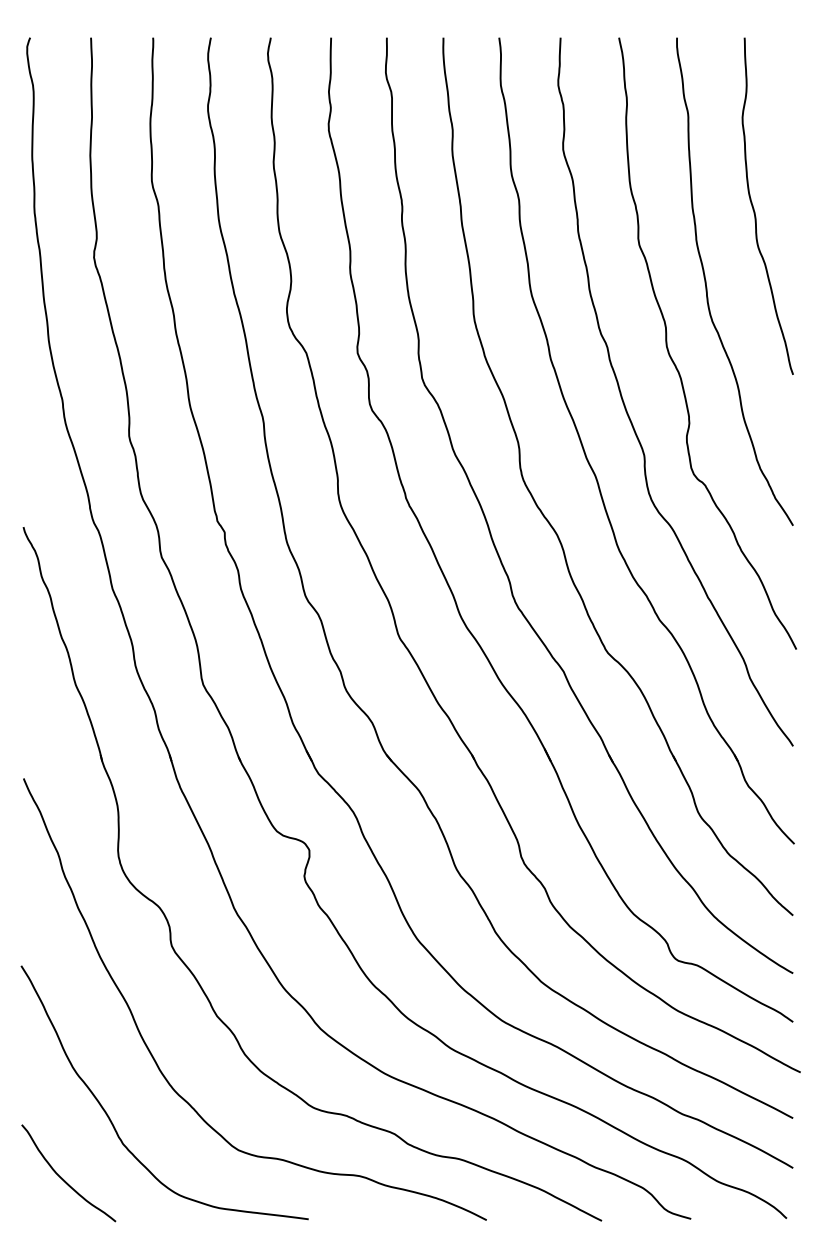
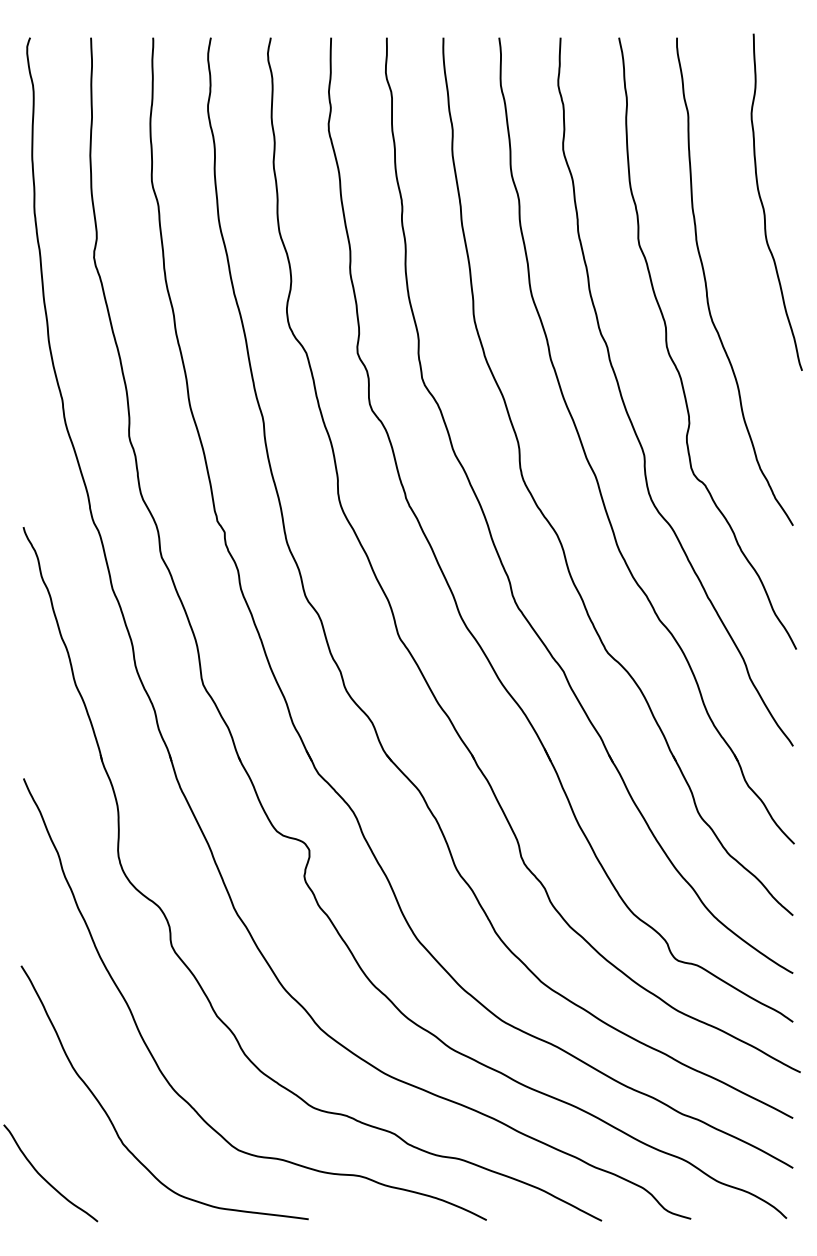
curve at (754, 208) position: (754, 208) -> (763, 204)
curve at (63, 1178) position: (63, 1178) -> (45, 1178)
